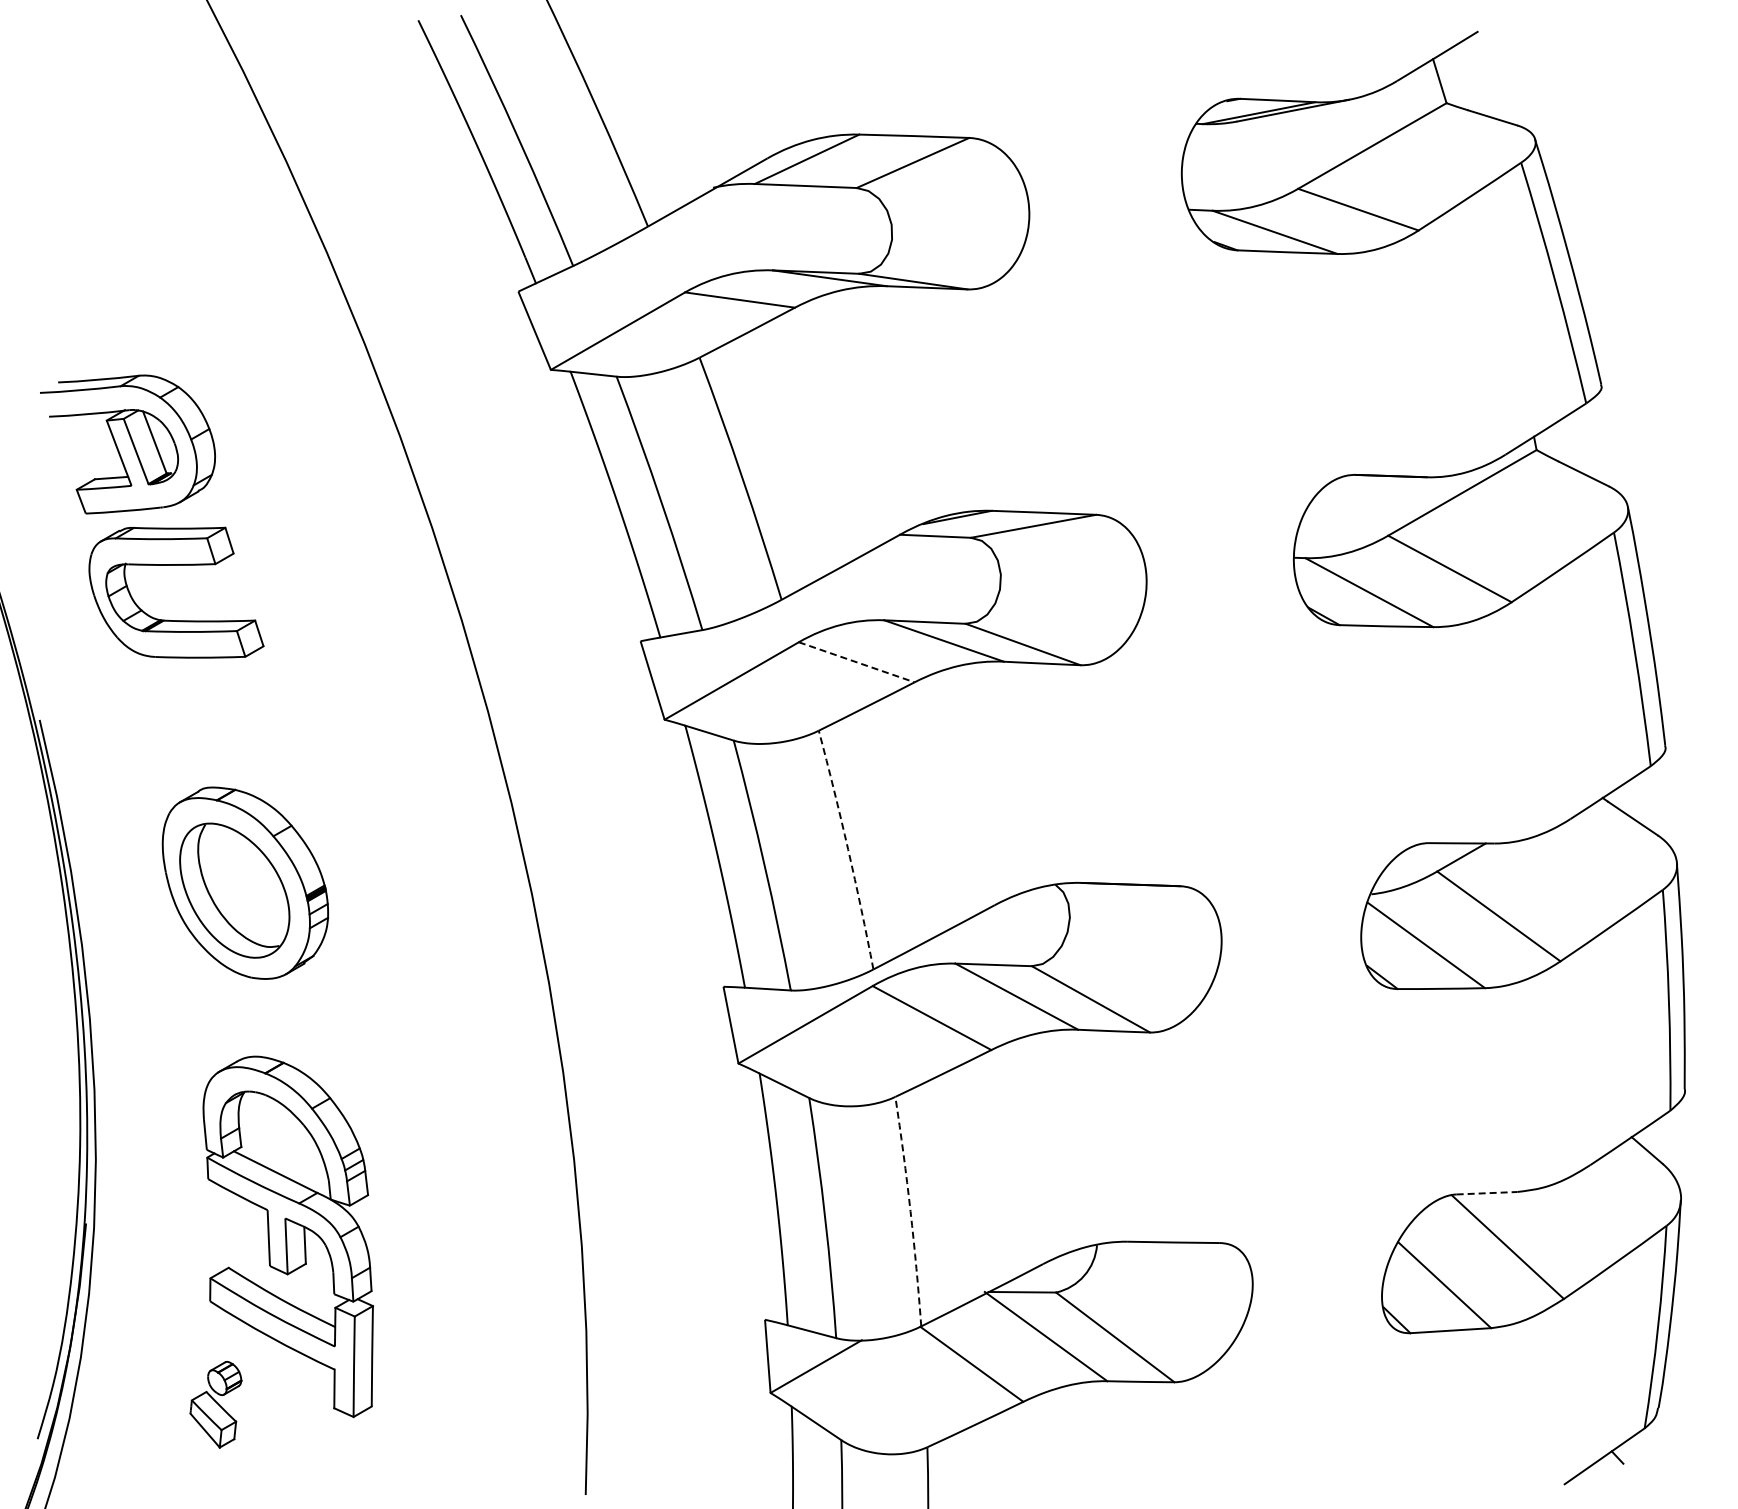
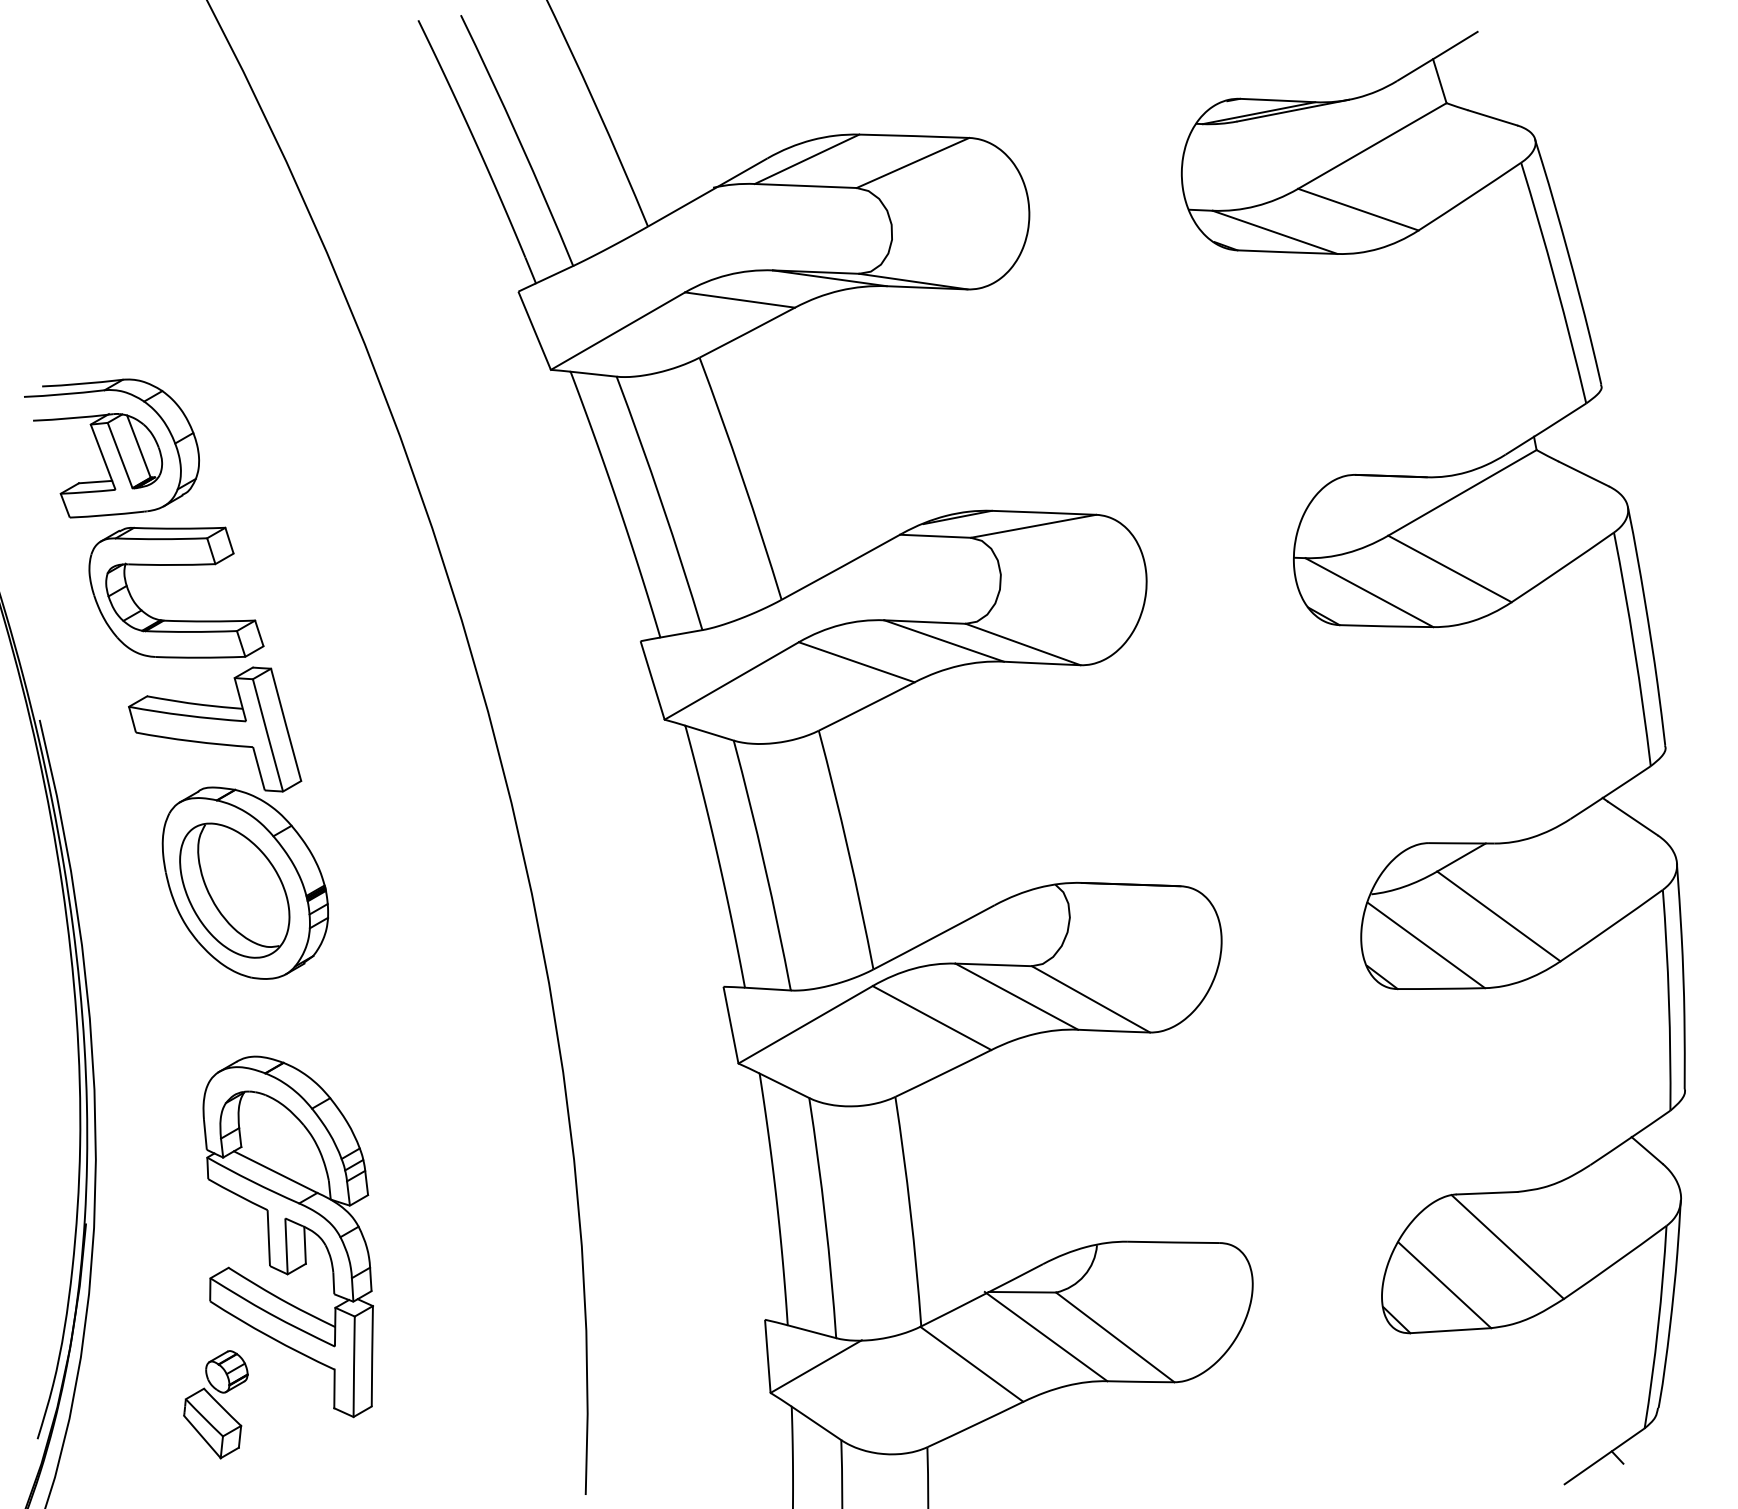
part at (127, 444) position: (127, 444) -> (111, 448)
line at (857, 662): dashed -> solid
part at (215, 729): none -> present
arc at (848, 849): dashed -> solid
line at (1487, 1193): dashed -> solid
arc at (910, 1211): dashed -> solid
part at (215, 1404) size: 54x88 px -> 66x110 px
